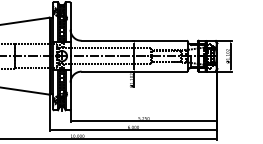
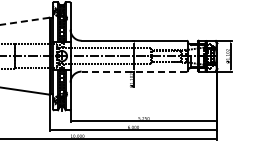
line at (25, 21): solid -> dashed
line at (134, 71): solid -> dashed
